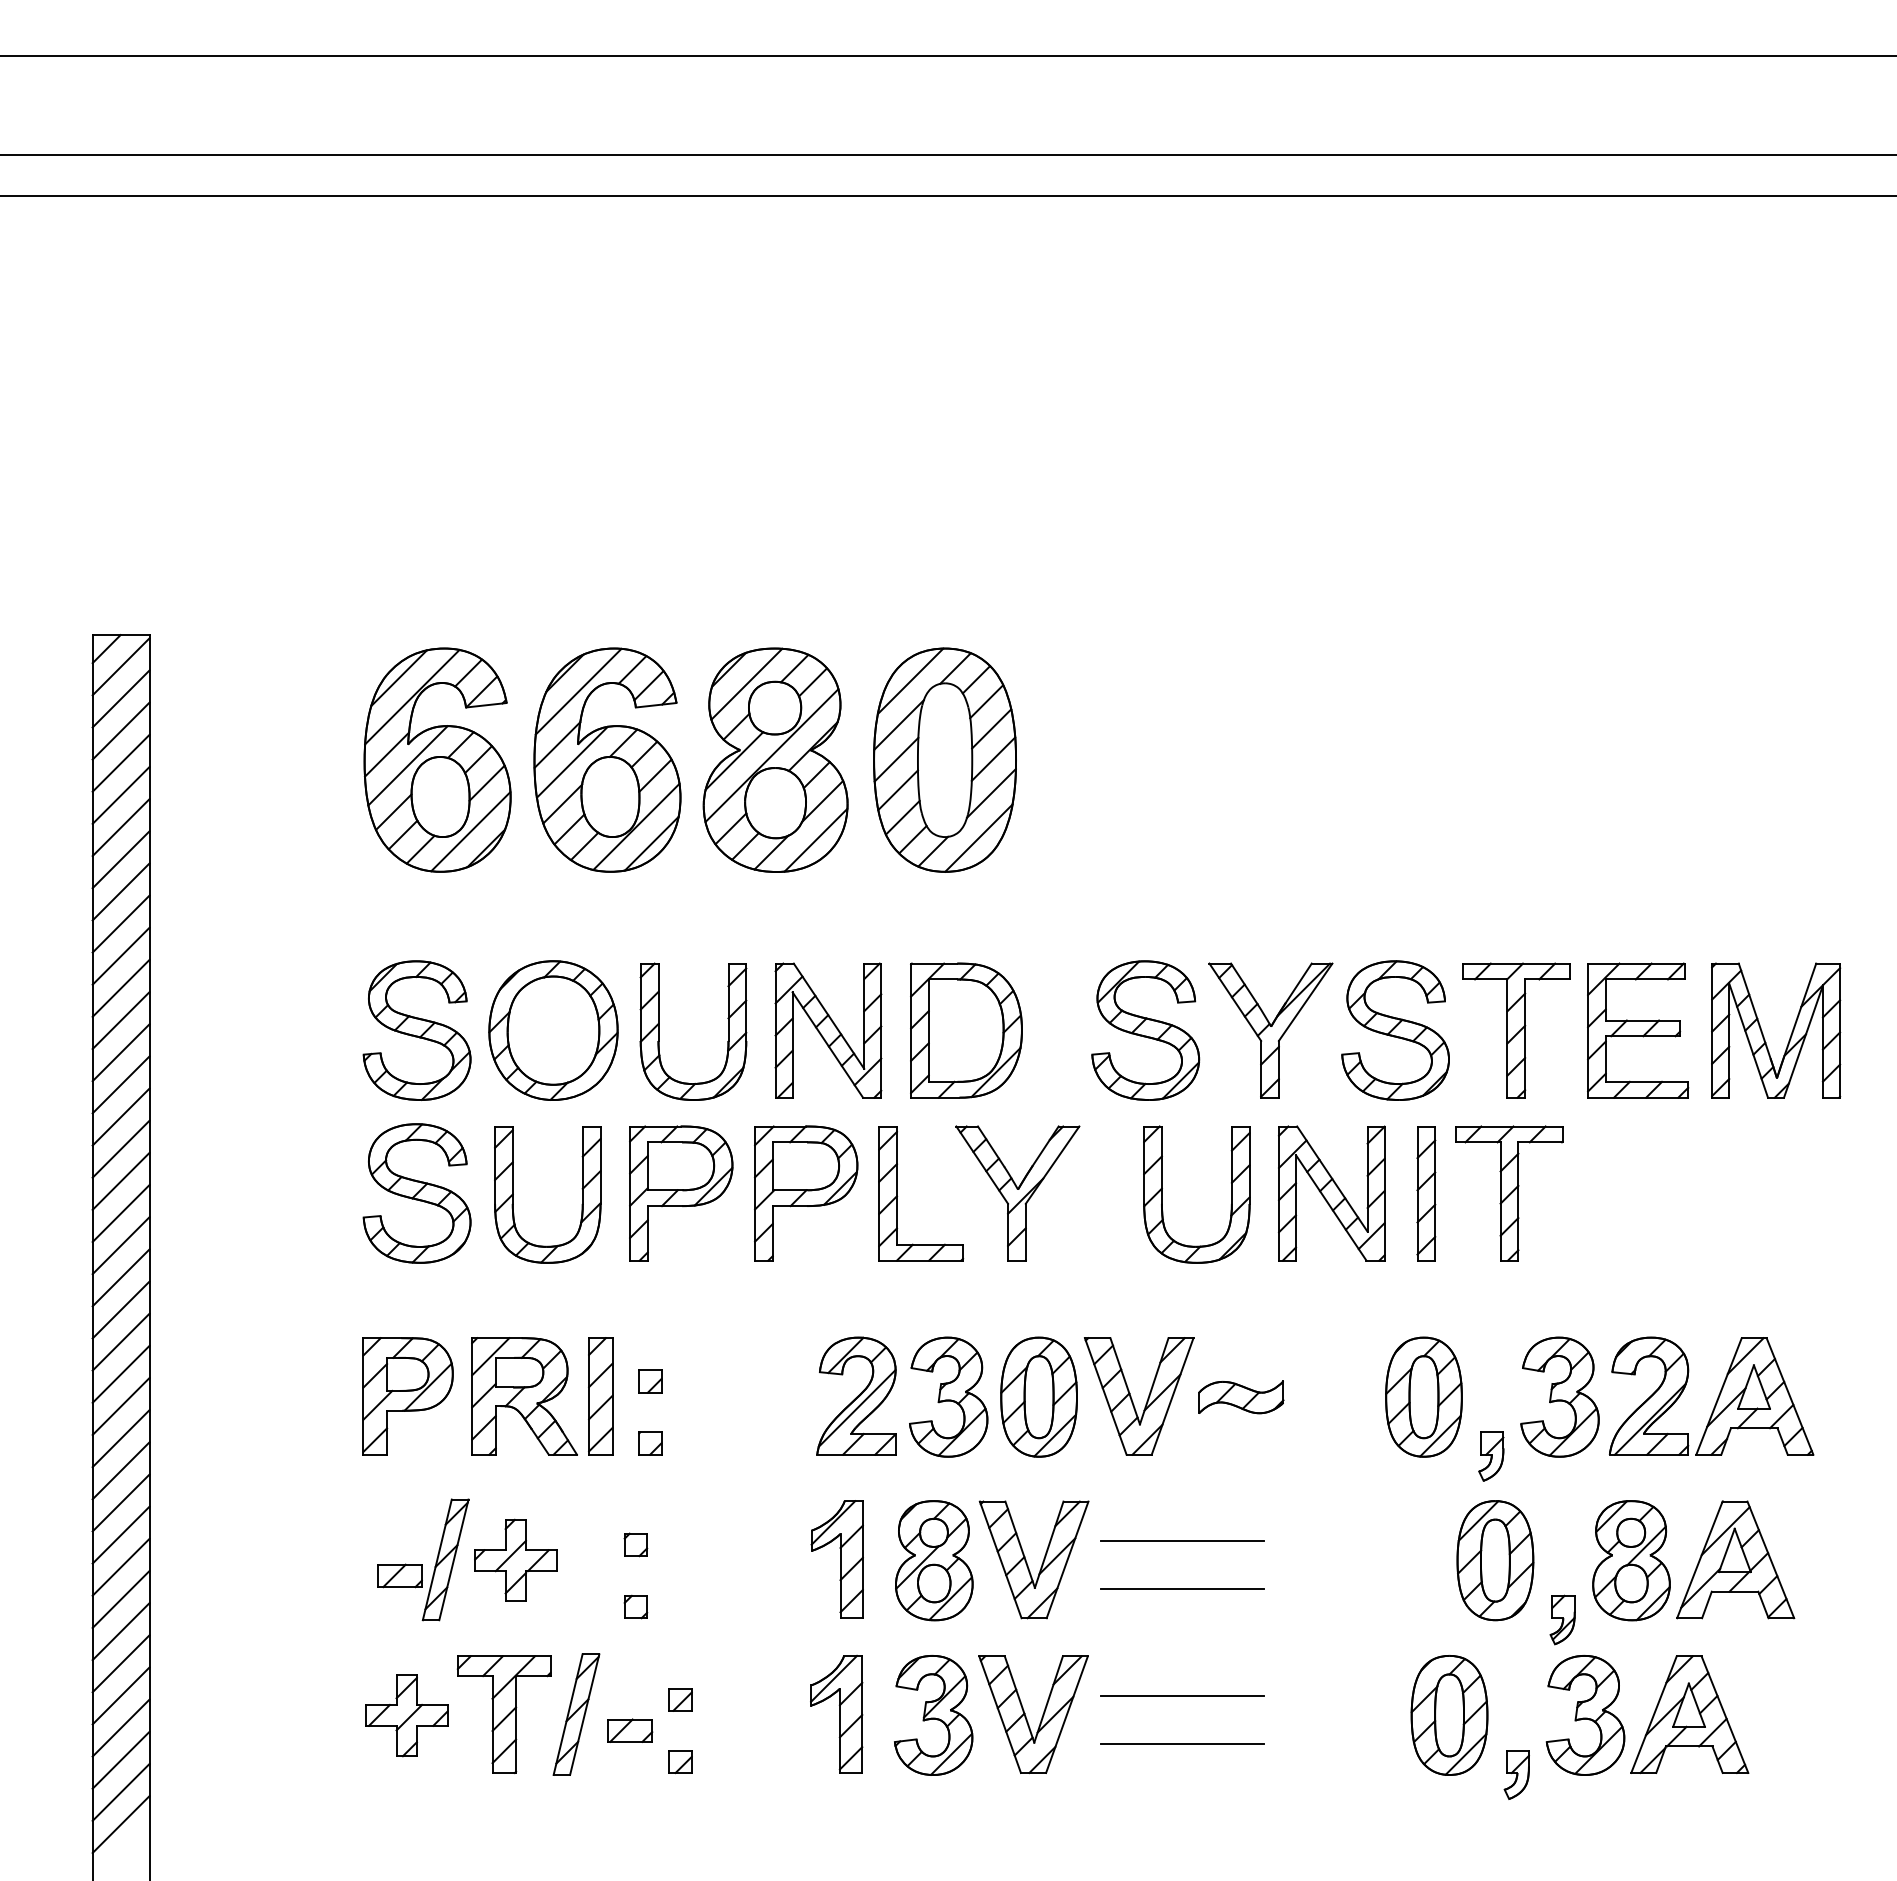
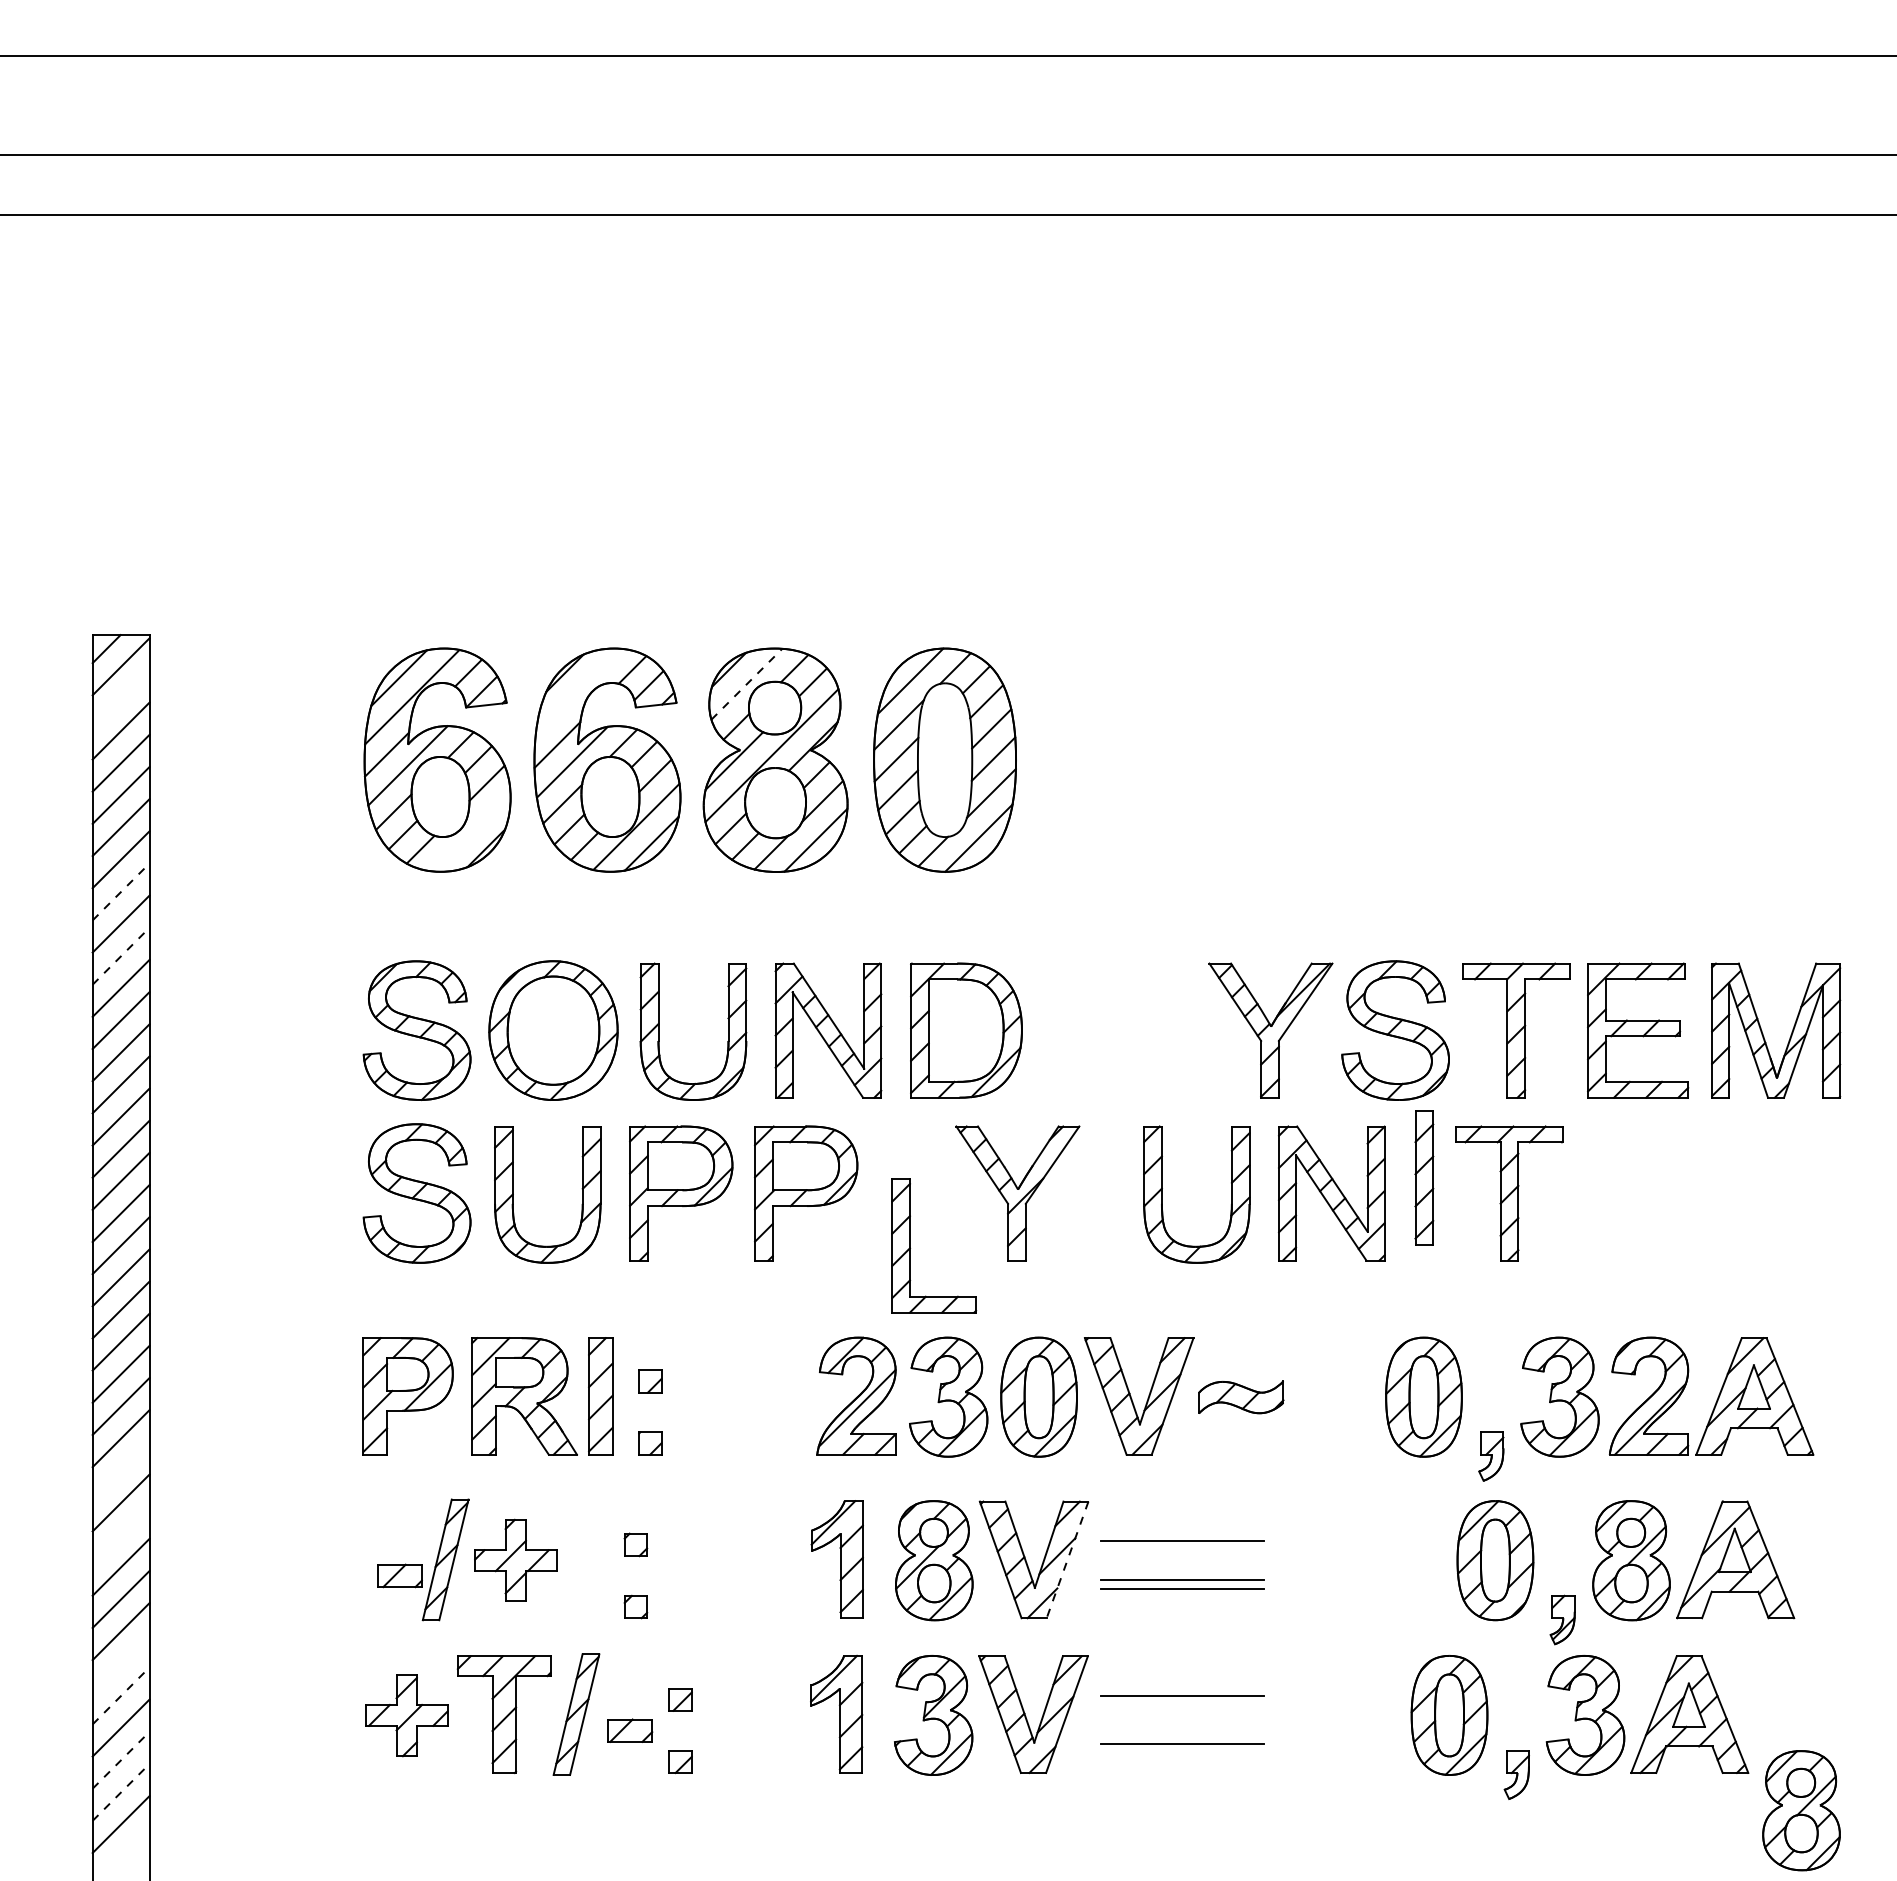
line at (947, 196) position: (947, 196) -> (947, 215)
line at (747, 683): solid -> dashed
line at (578, 691): present -> none
line at (120, 698): present -> none
line at (470, 831): present -> none
line at (121, 891): solid -> dashed
line at (121, 955): solid -> dashed
part at (1145, 1030): present -> none
part at (1426, 1193) position: (1426, 1193) -> (1424, 1177)
part at (898, 1196) position: (898, 1196) -> (911, 1248)
line at (120, 1470): present -> none
line at (120, 1534): present -> none
line at (1067, 1559): solid -> dashed
line at (1182, 1579): none -> present
line at (120, 1663): present -> none
line at (121, 1695): solid -> dashed
line at (121, 1759): solid -> dashed
line at (121, 1792): solid -> dashed
part at (1801, 1810): none -> present
